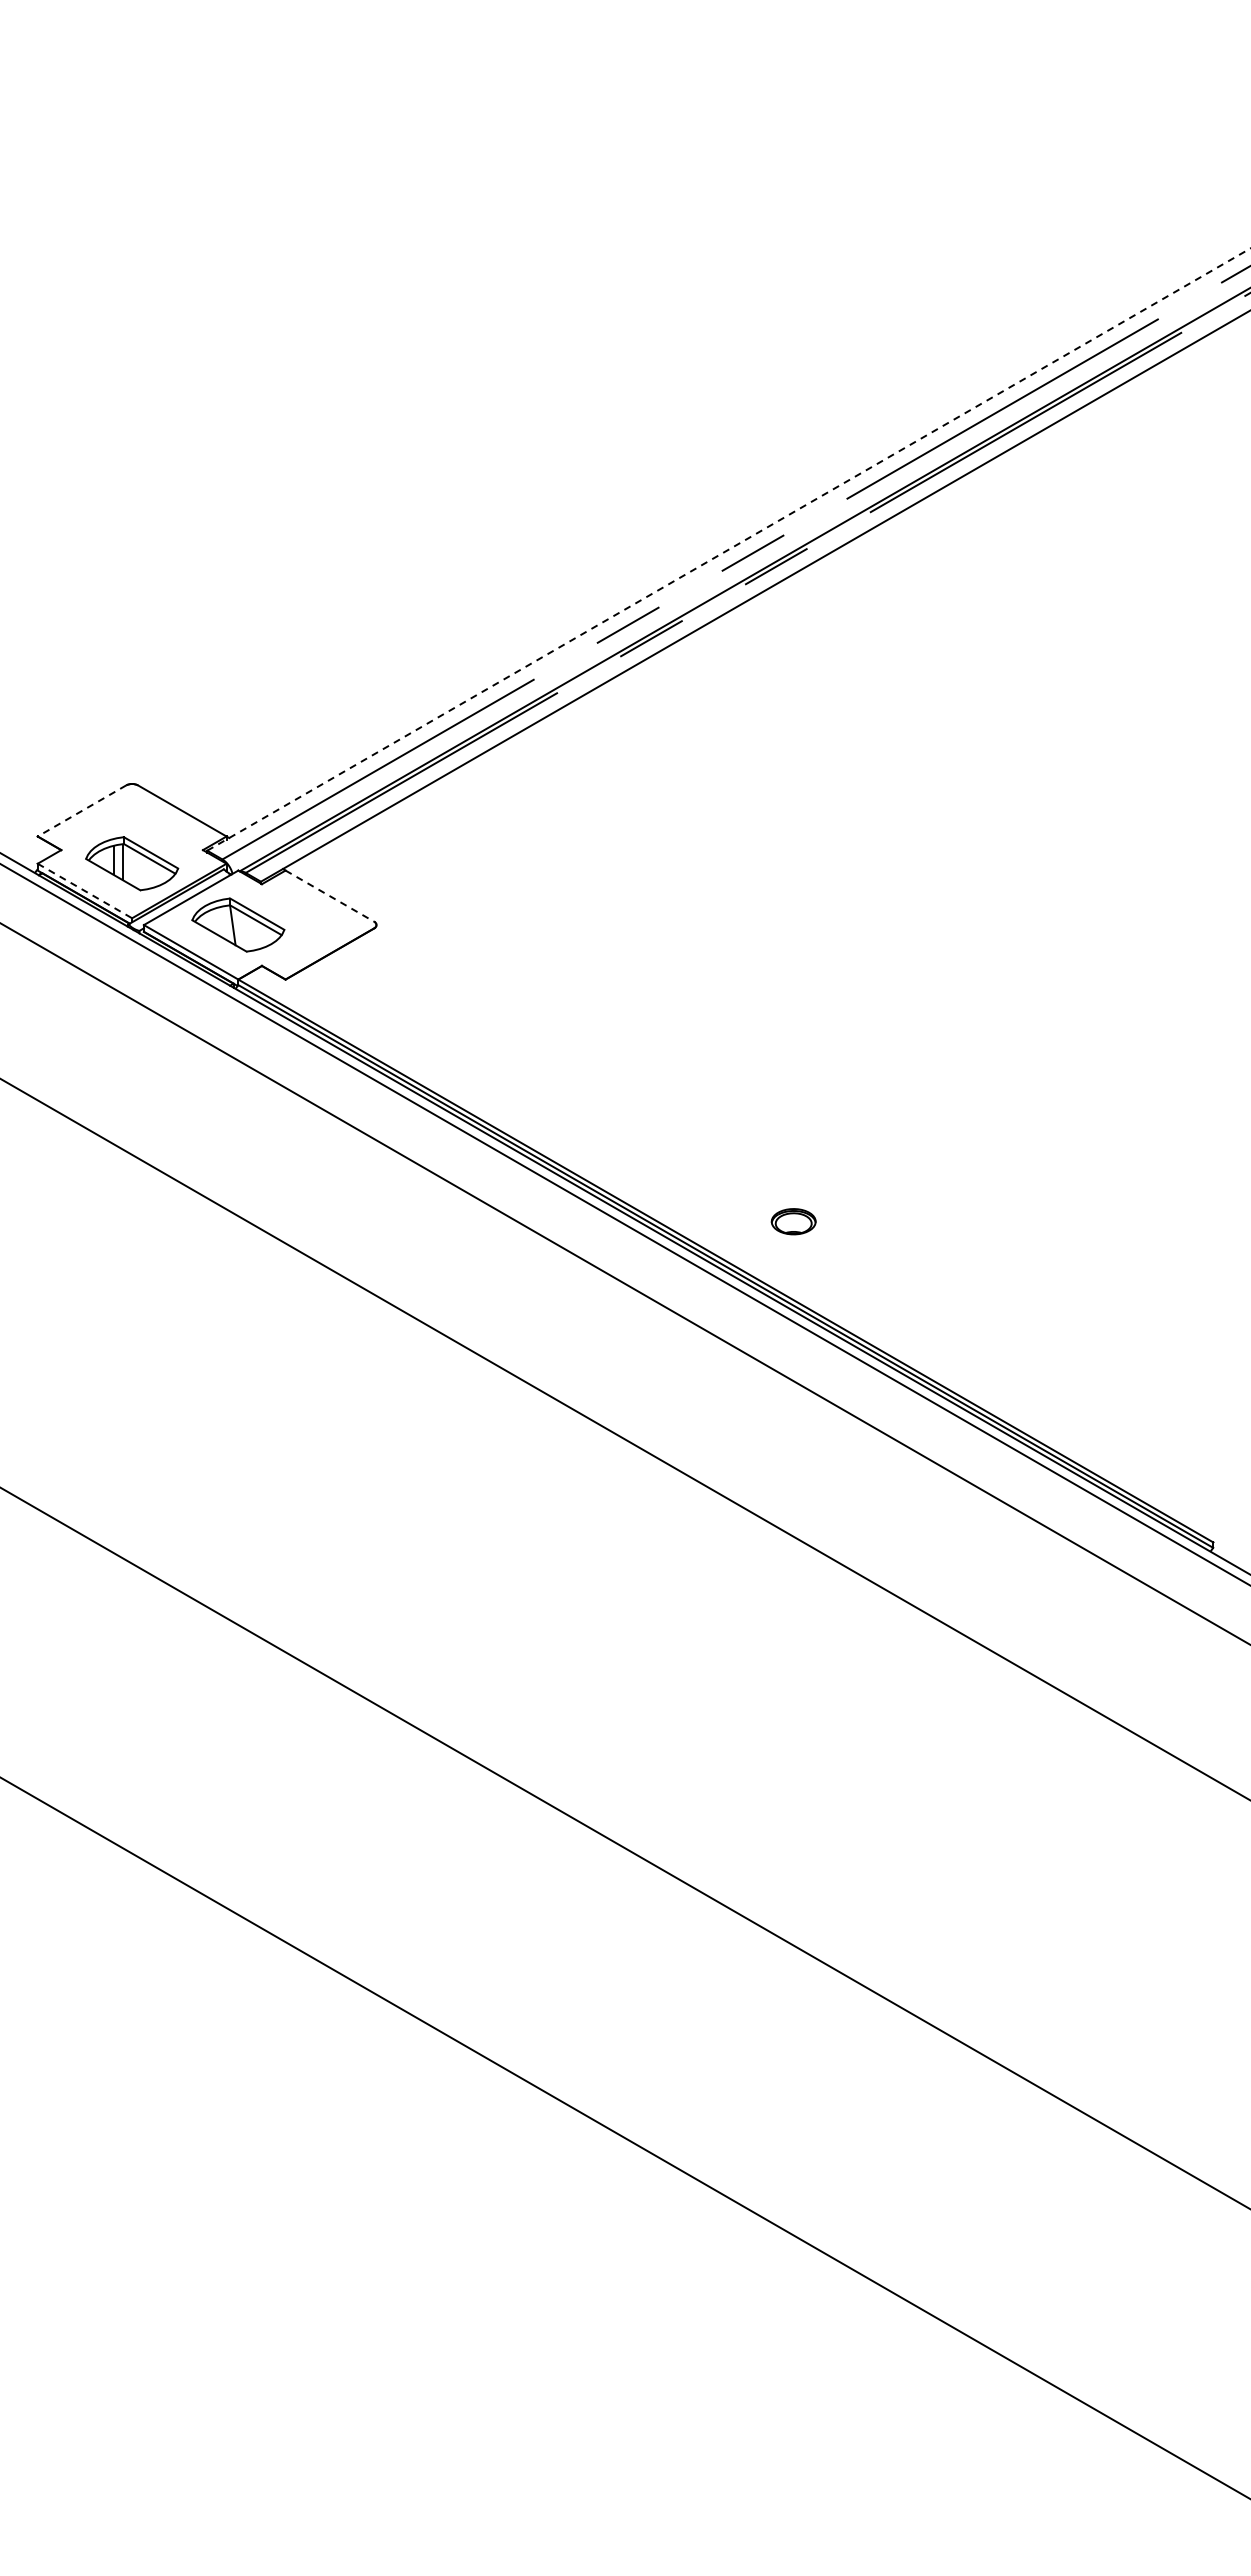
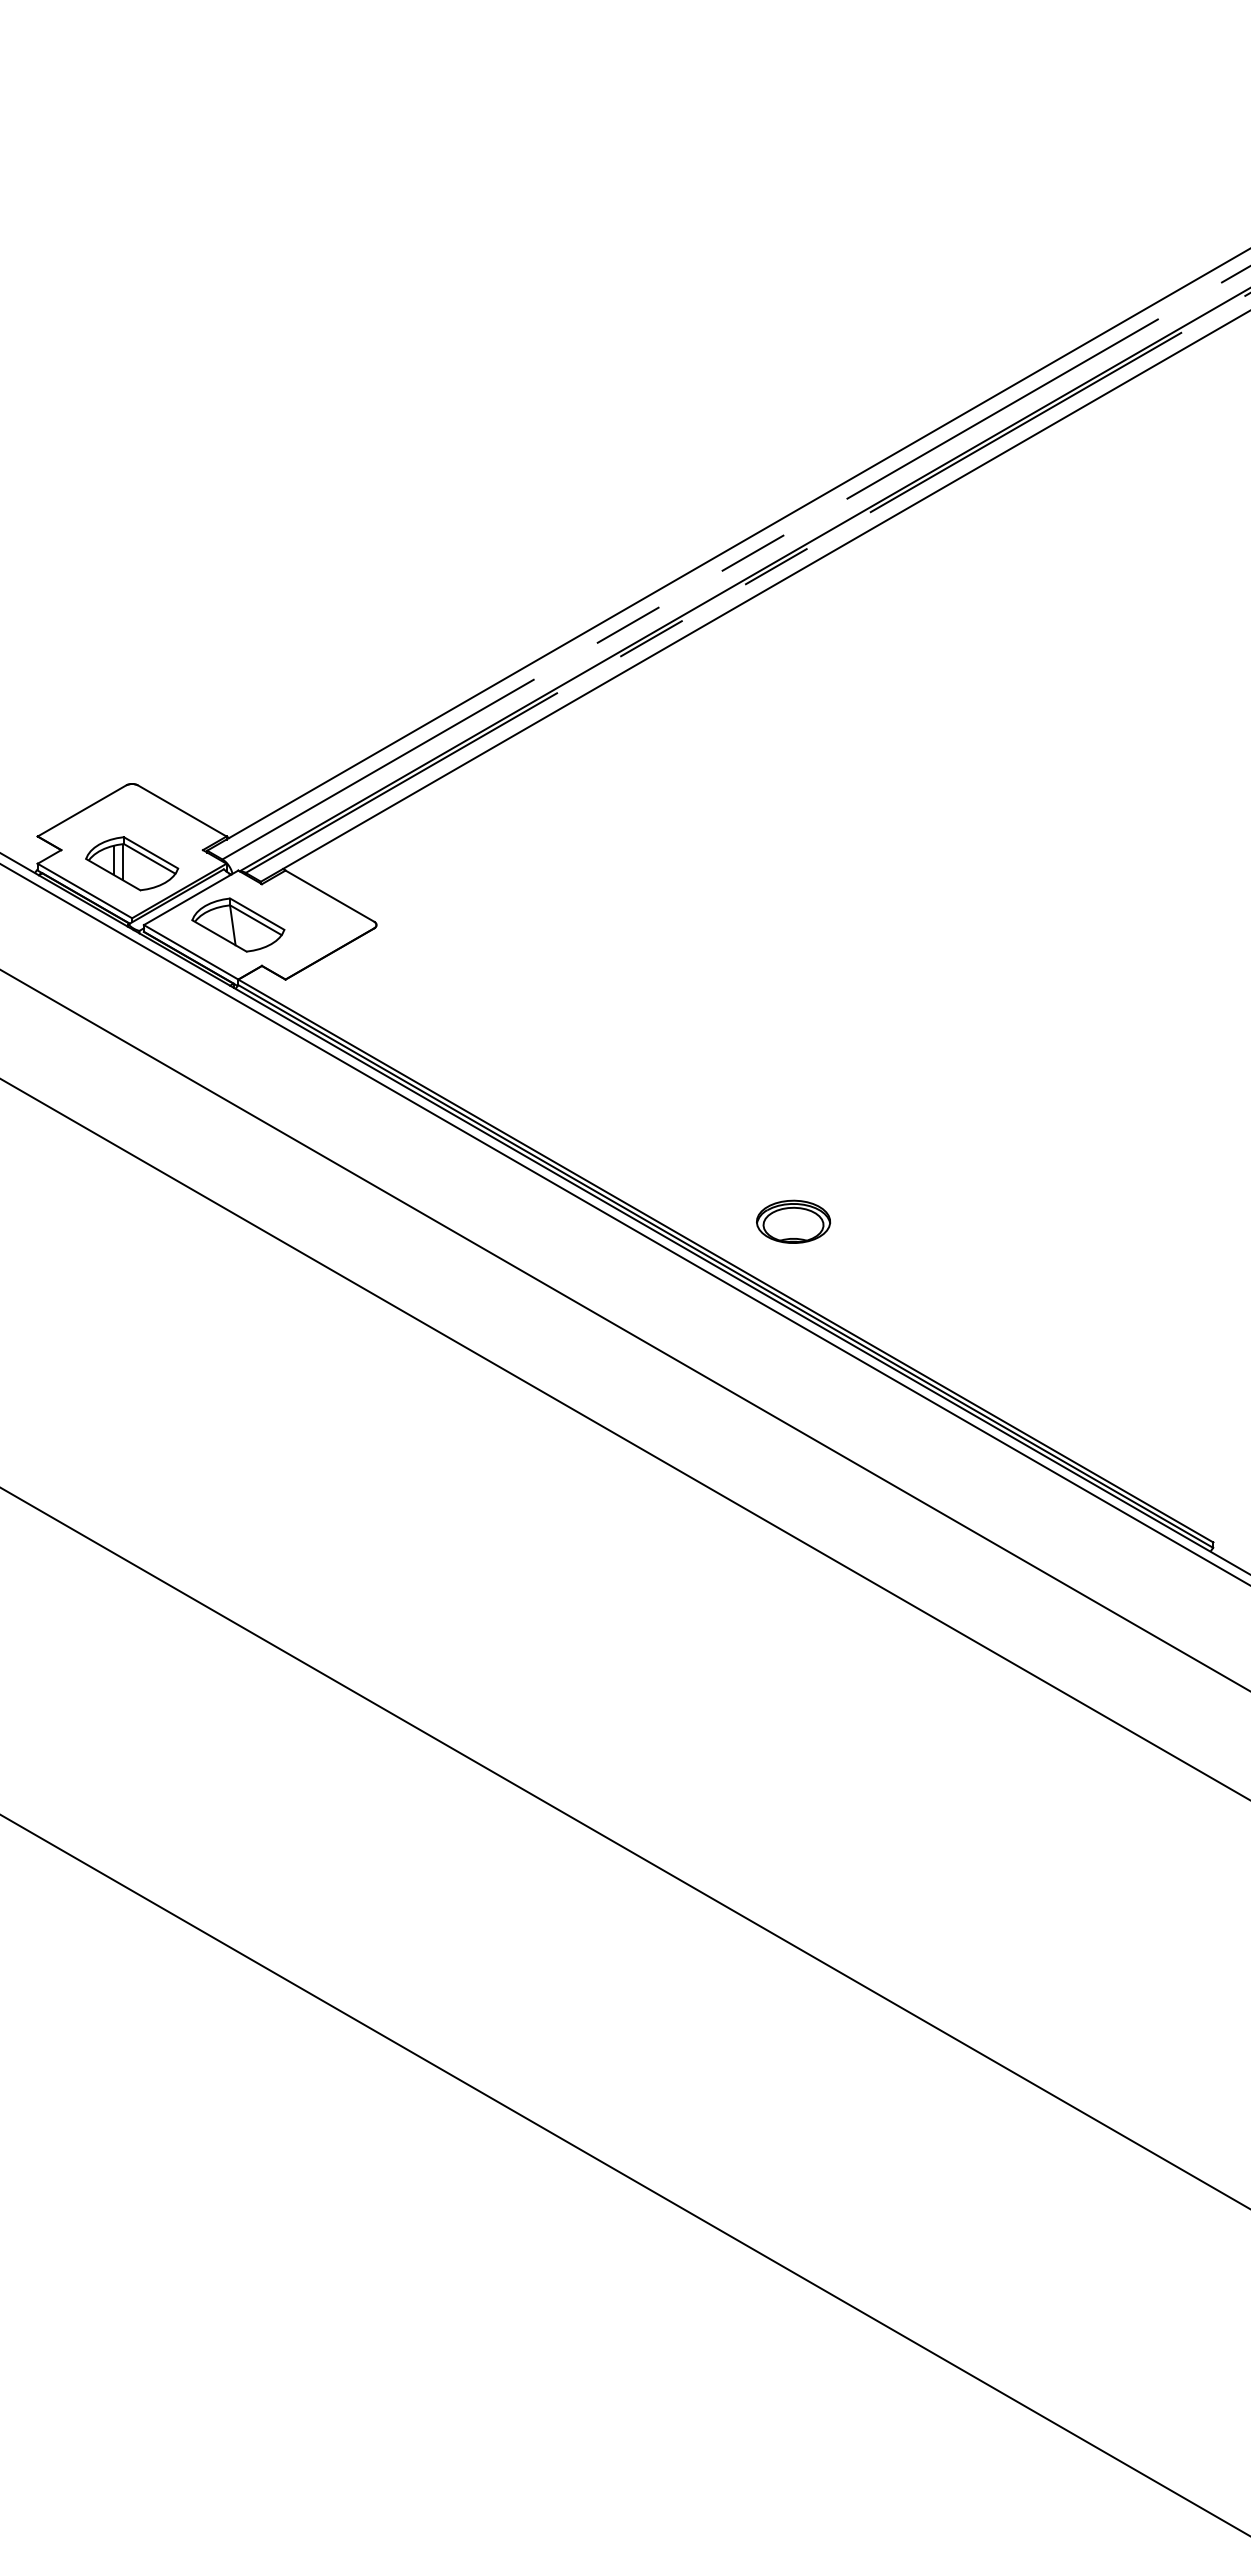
line at (729, 549): dashed -> solid
line at (81, 811): dashed -> solid
line at (84, 891): dashed -> solid
line at (330, 896): dashed -> solid
part at (793, 1221) size: 47x28 px -> 76x45 px
line at (624, 1283) position: (624, 1283) -> (624, 1329)
line at (624, 2137) position: (624, 2137) -> (624, 2175)
